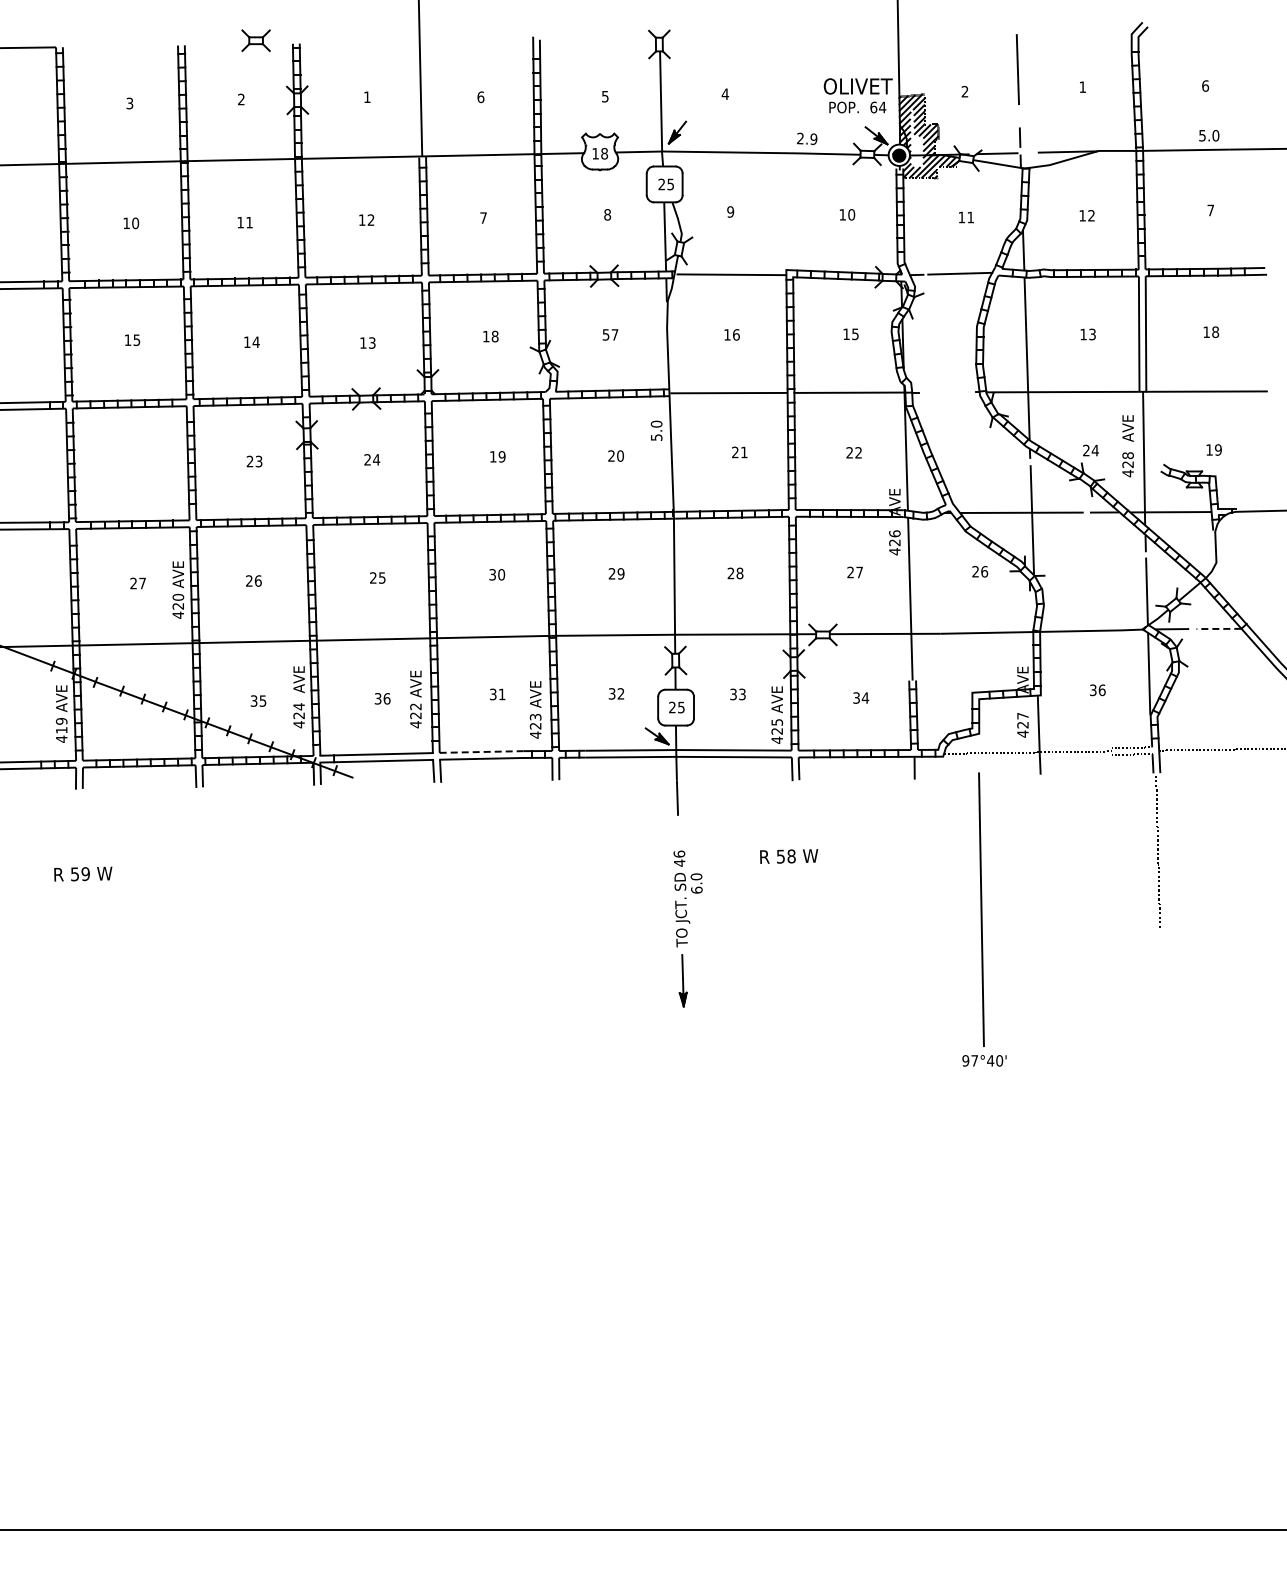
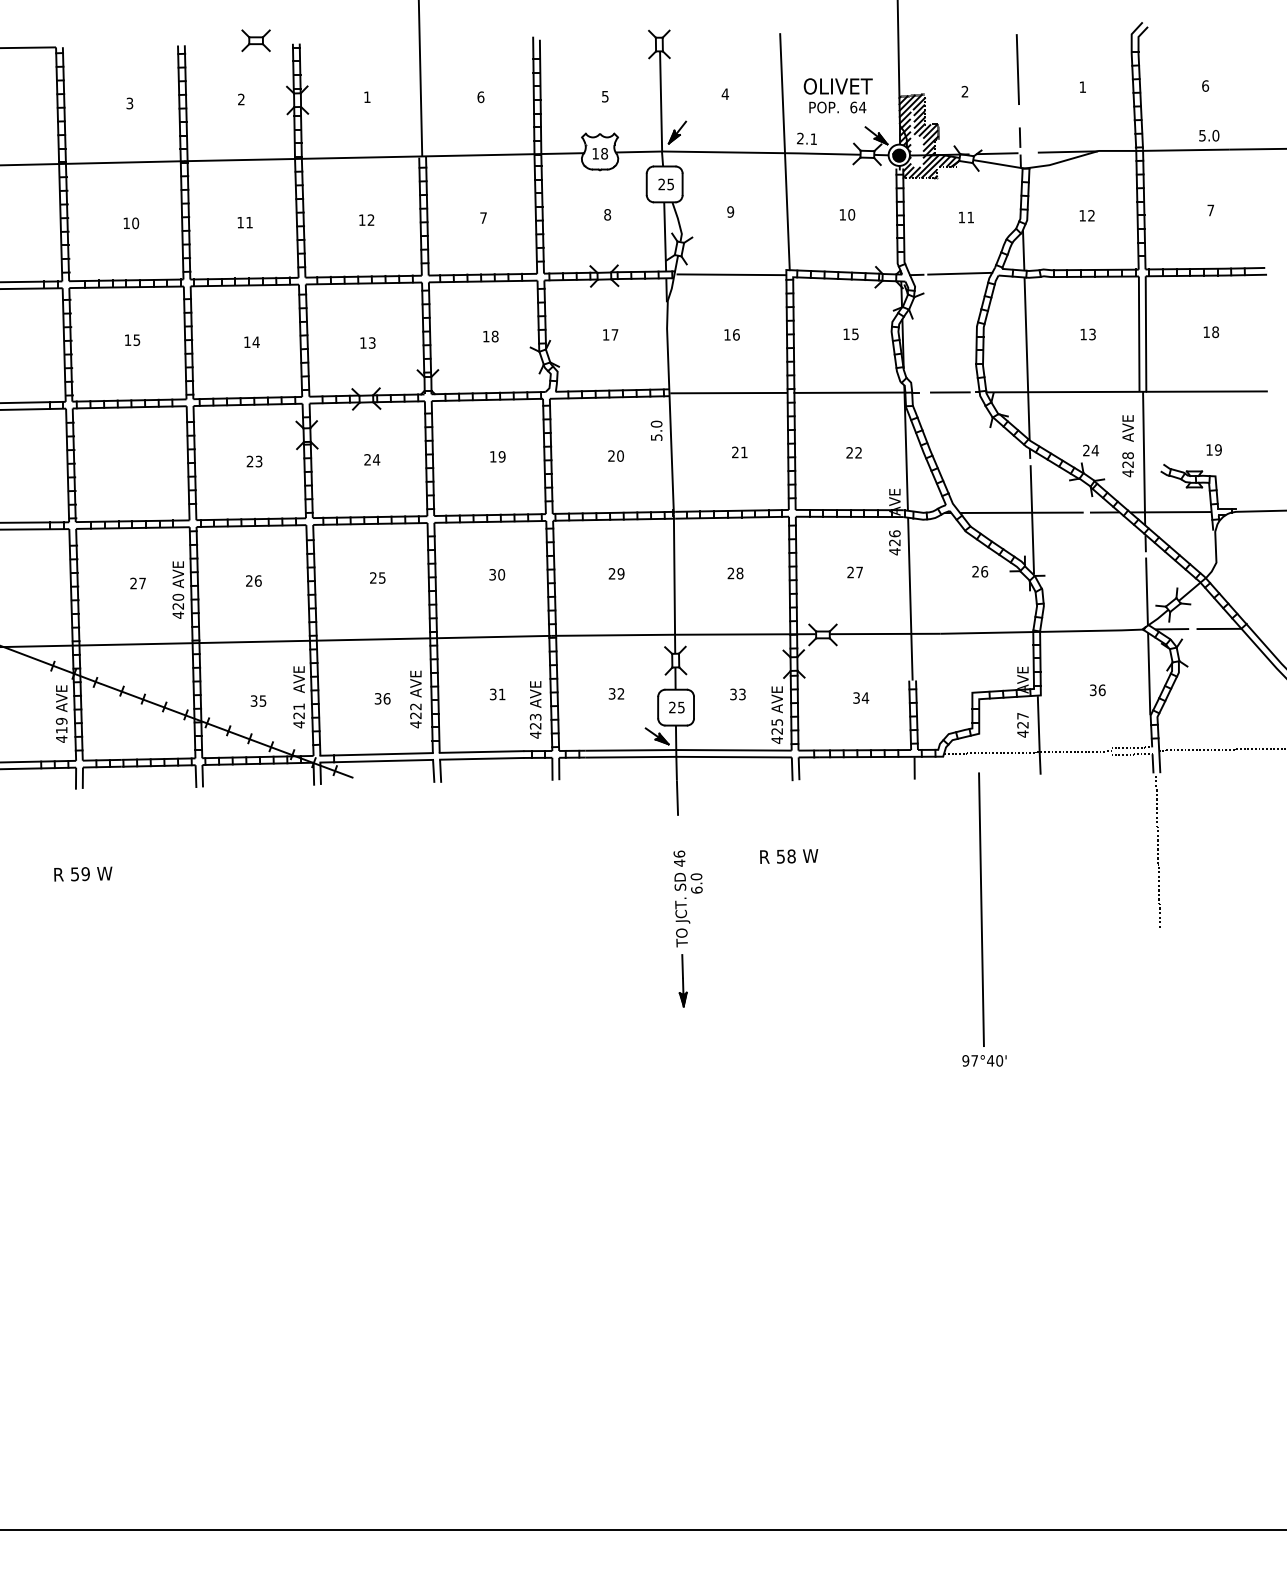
text at (857, 95) position: (857, 95) -> (837, 95)
text at (813, 138): 2.9 -> 2.1
line at (784, 152): none -> present
text at (605, 334): 57 -> 17
line at (949, 392): none -> present
line at (1218, 628): dashed -> solid
text at (298, 706): 424 -> 421
line at (481, 752): dashed -> solid
